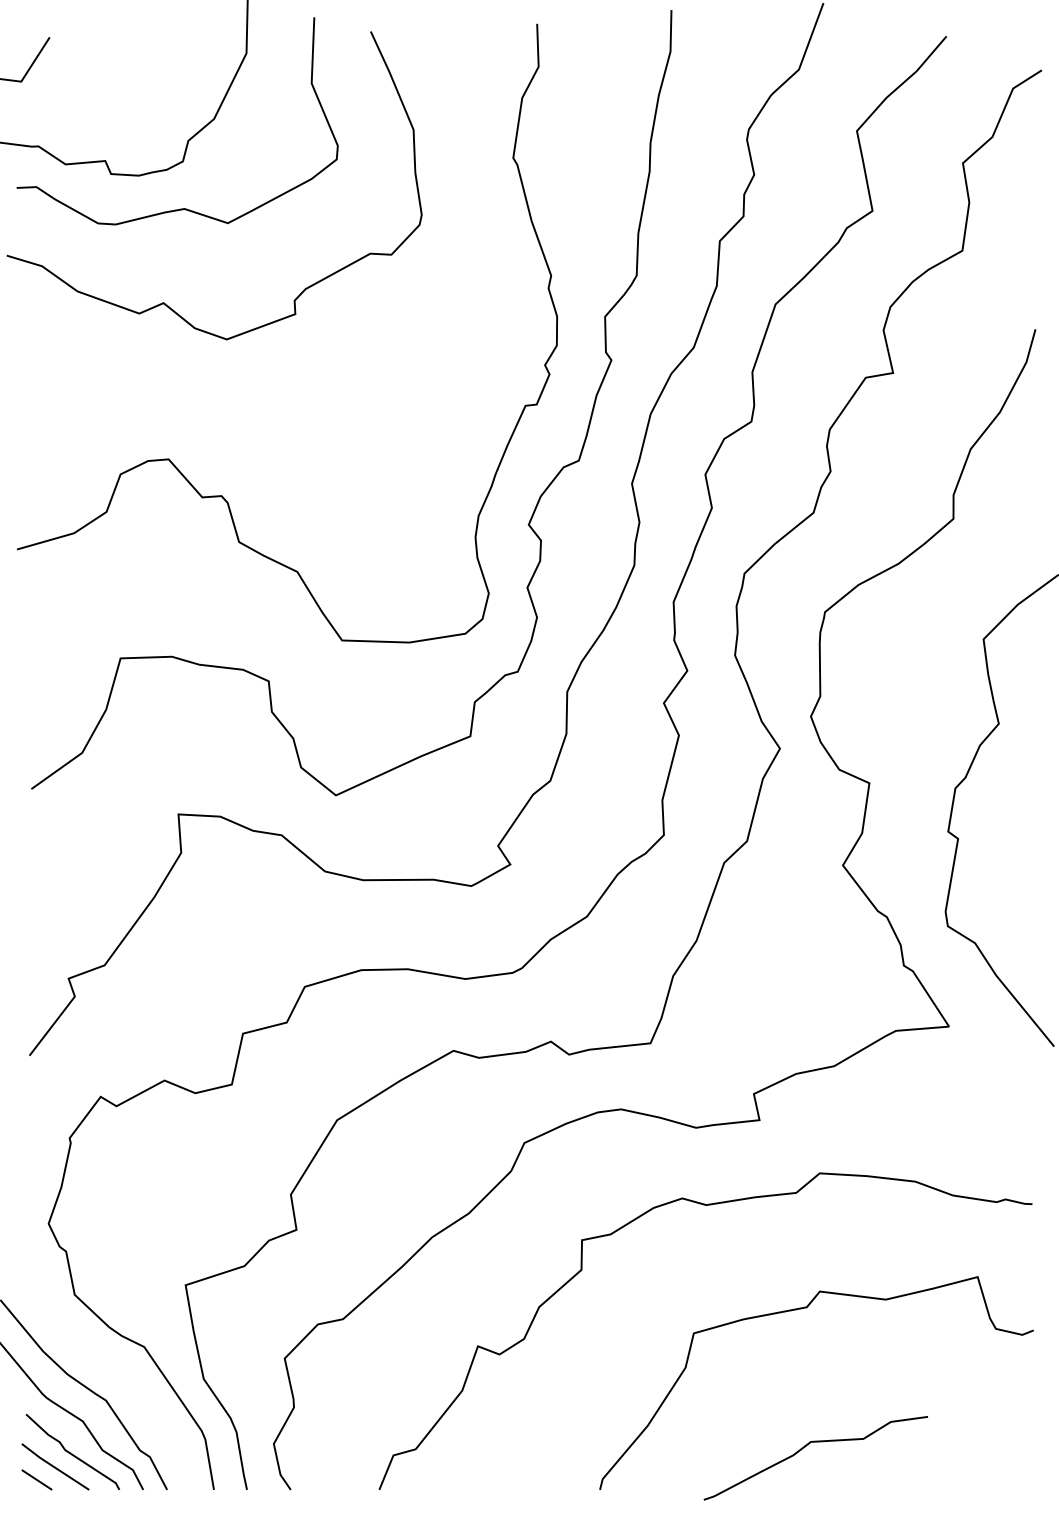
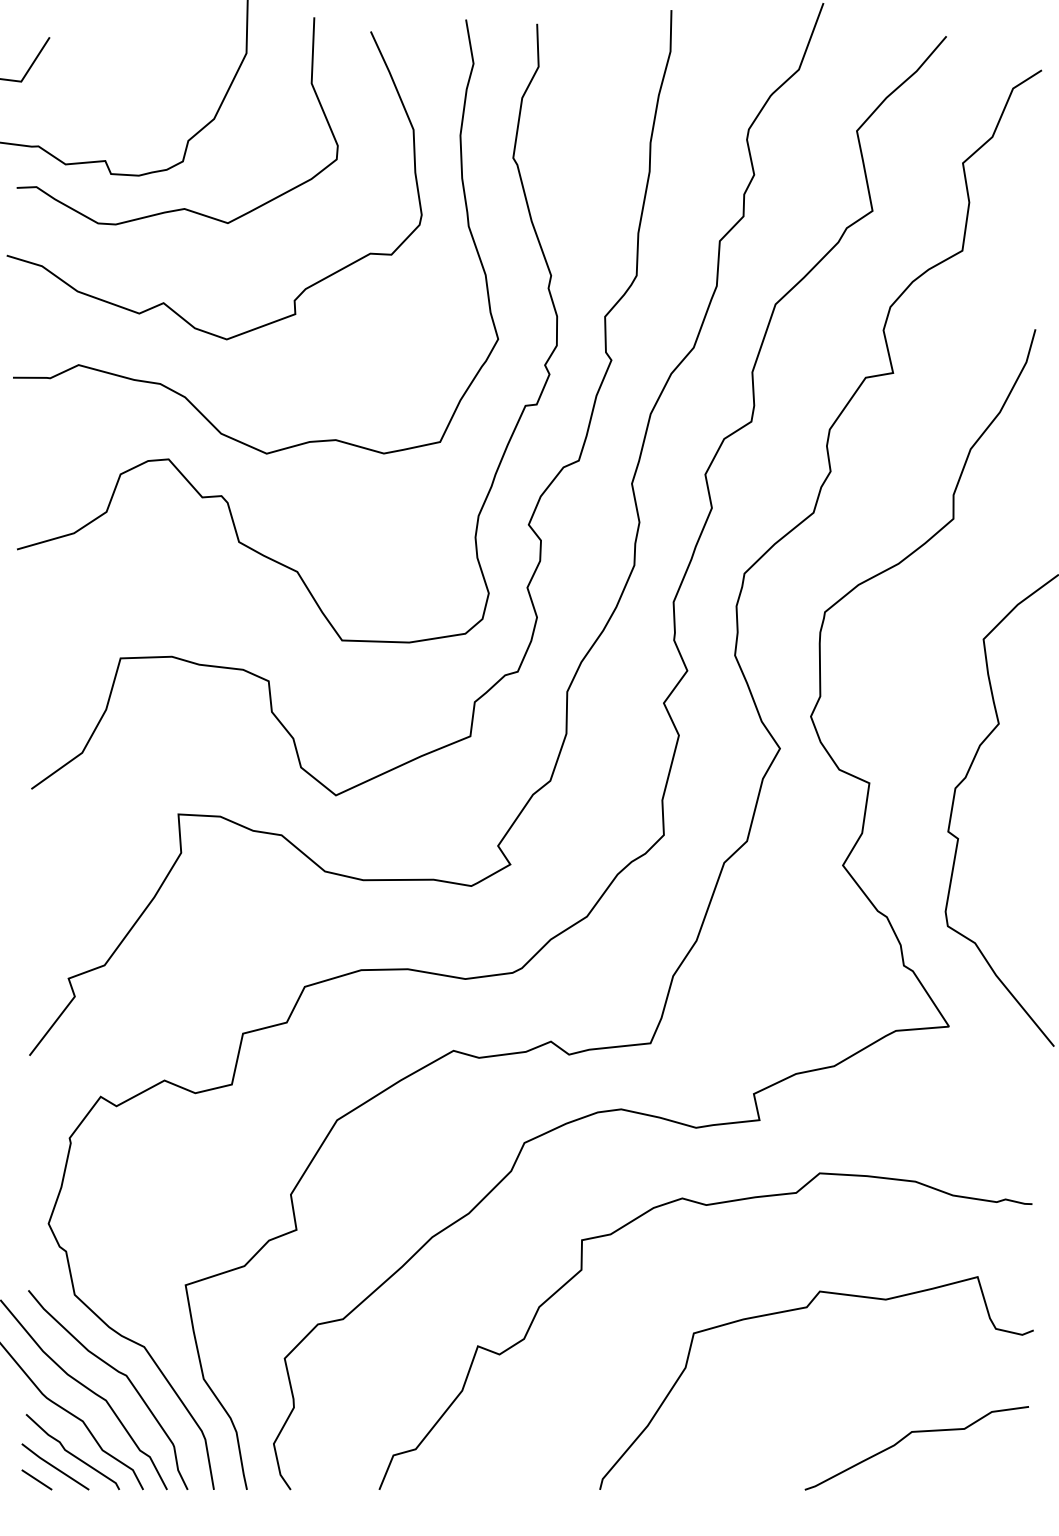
curve at (171, 388): none -> present
curve at (117, 1372): none -> present
curve at (805, 1447) position: (805, 1447) -> (906, 1437)
